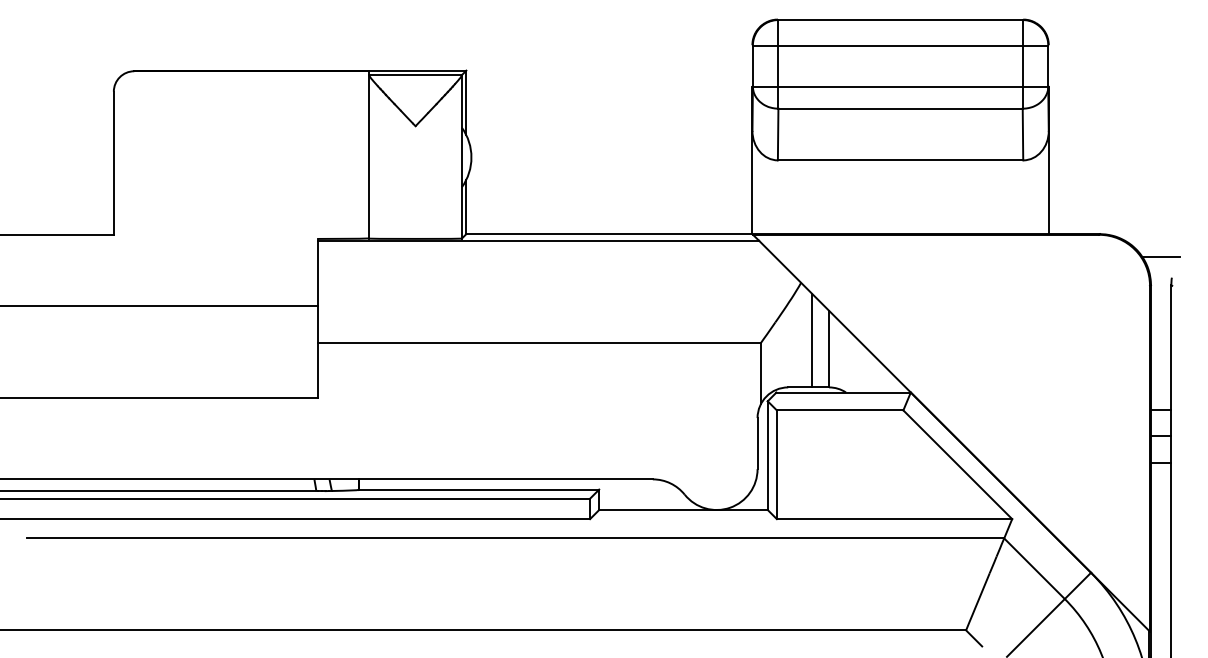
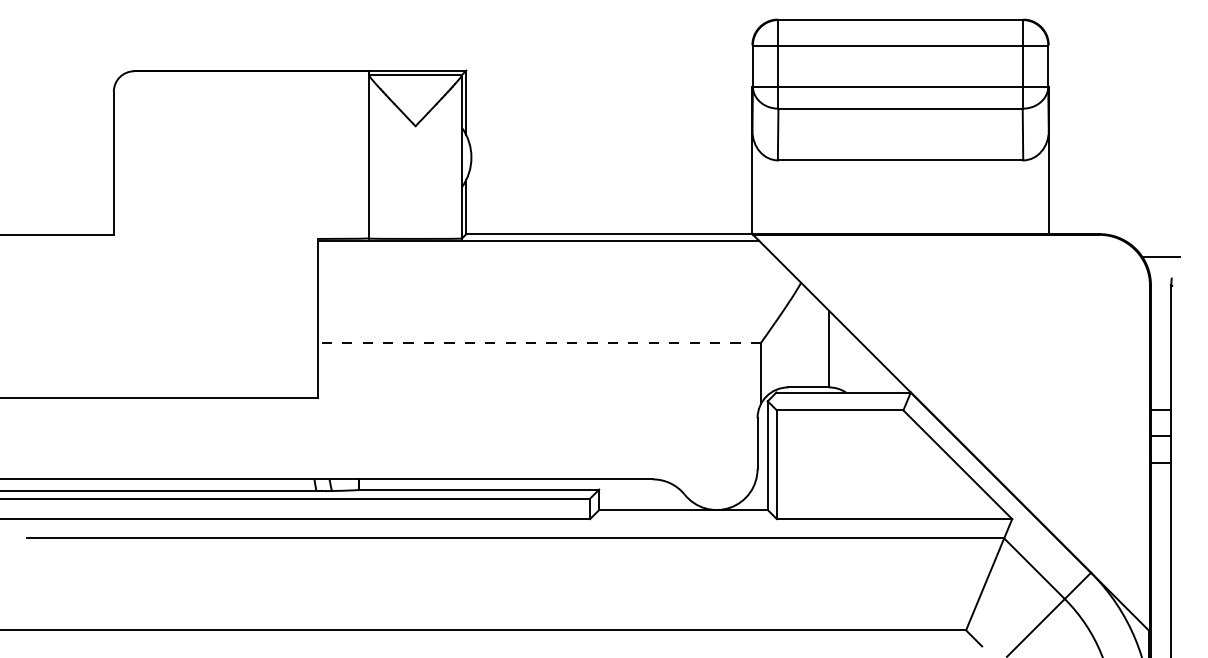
line at (160, 305): present -> none
line at (812, 340): present -> none
line at (539, 342): solid -> dashed
